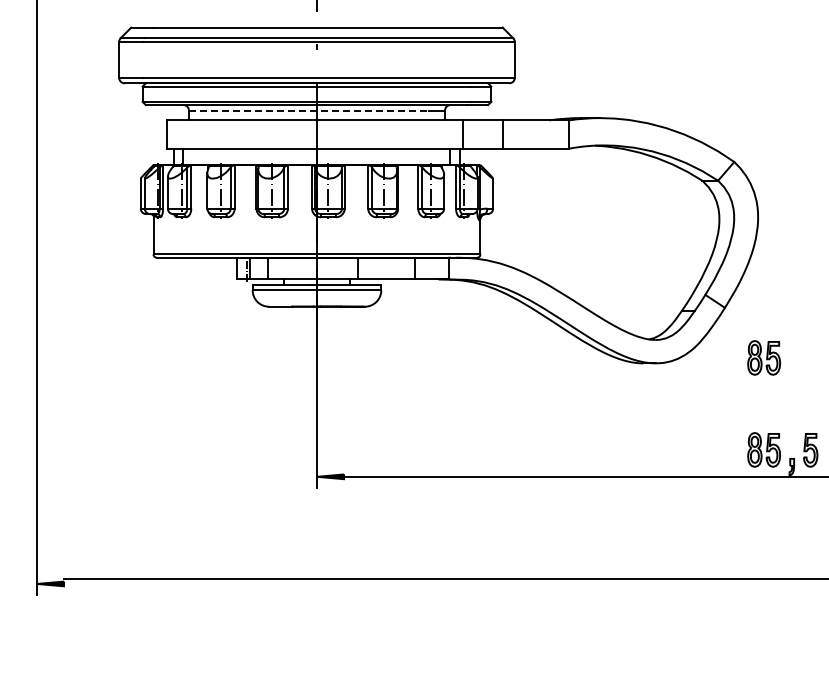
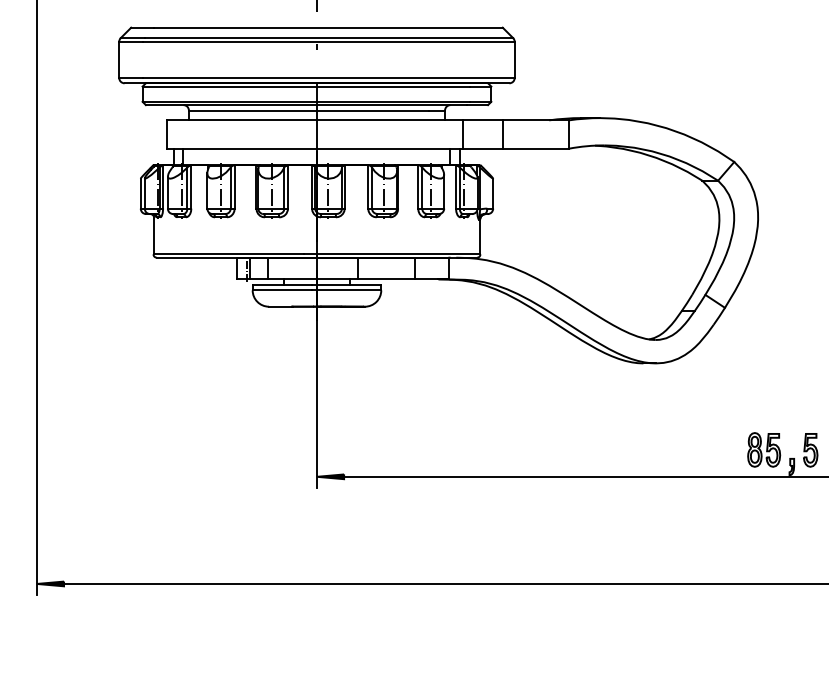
line at (309, 110): dashed -> solid
part at (764, 357): present -> none
line at (444, 578) position: (444, 578) -> (444, 583)
